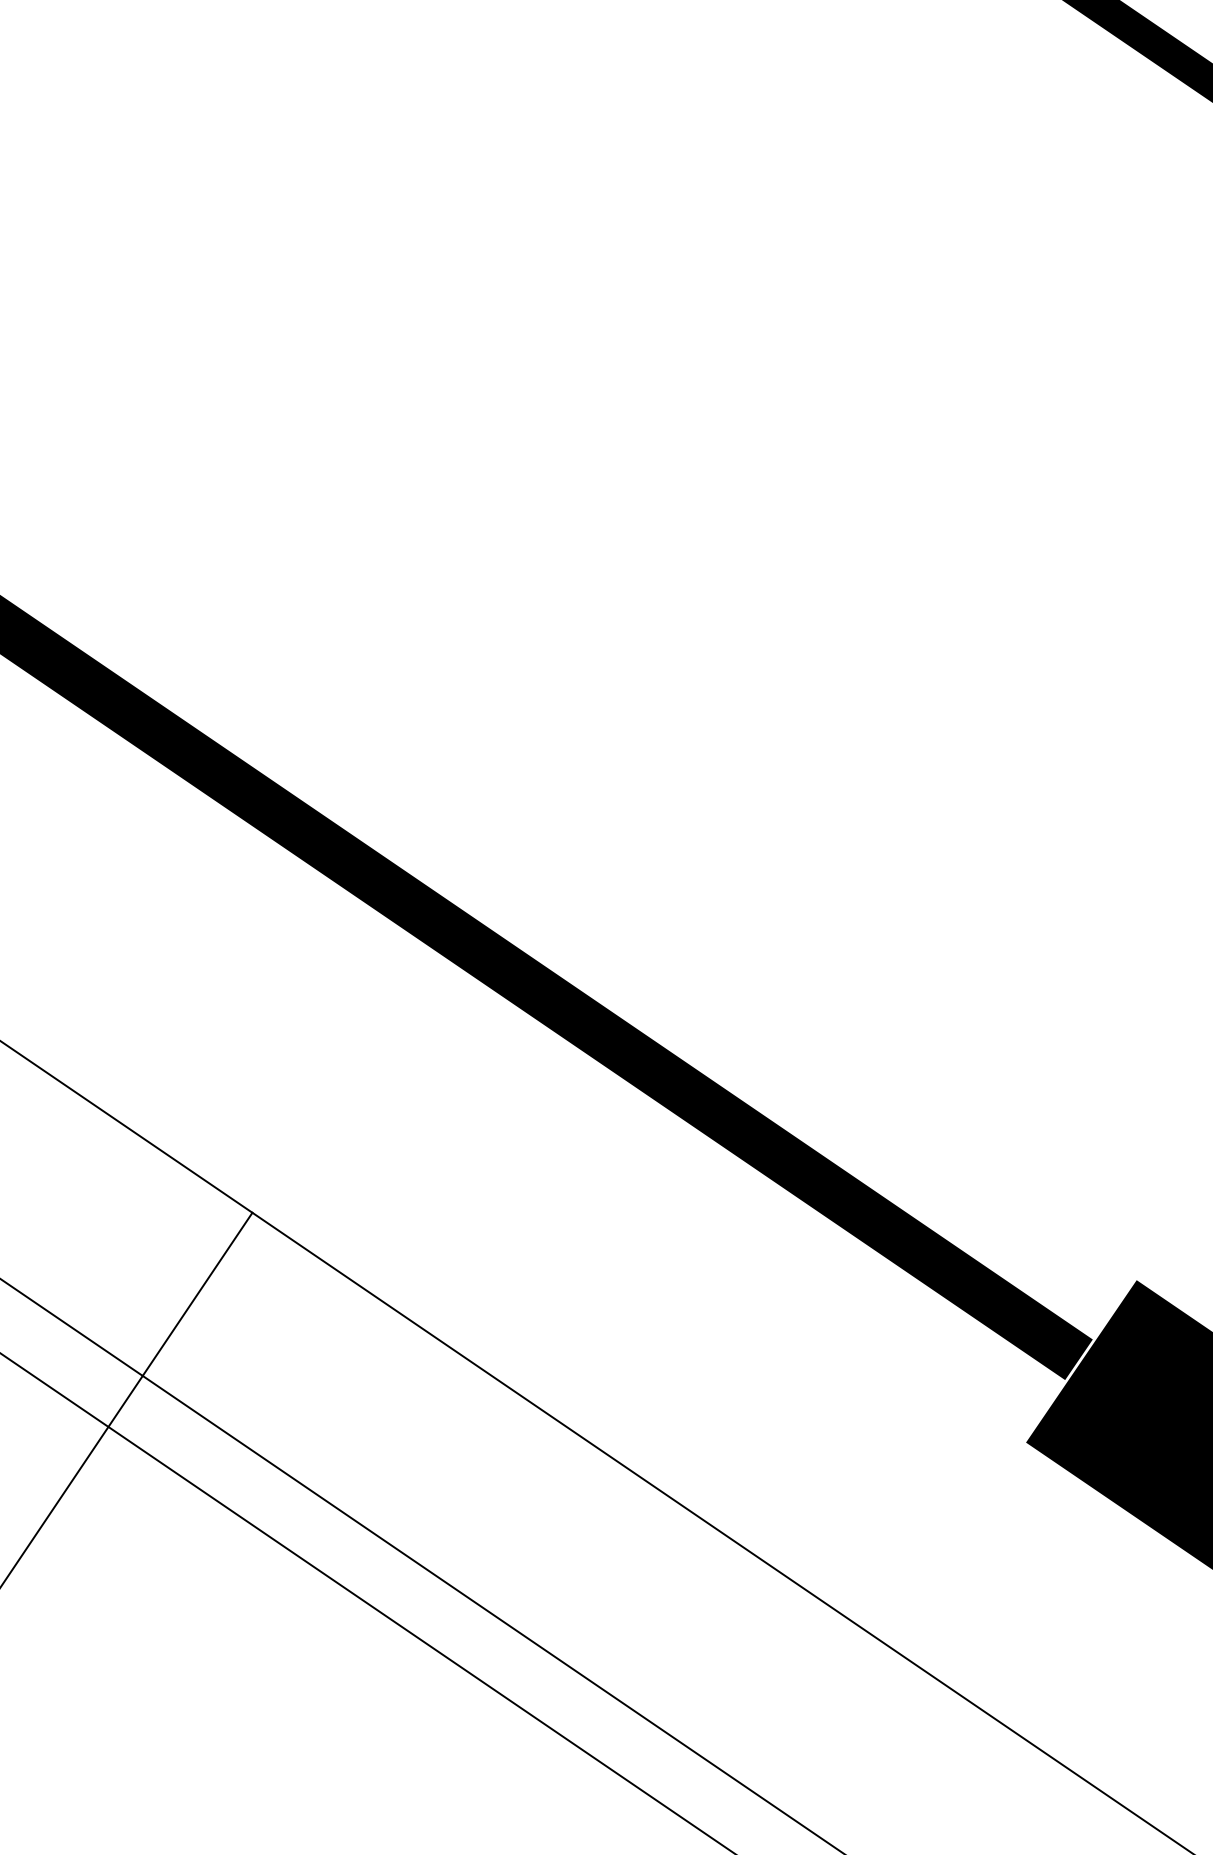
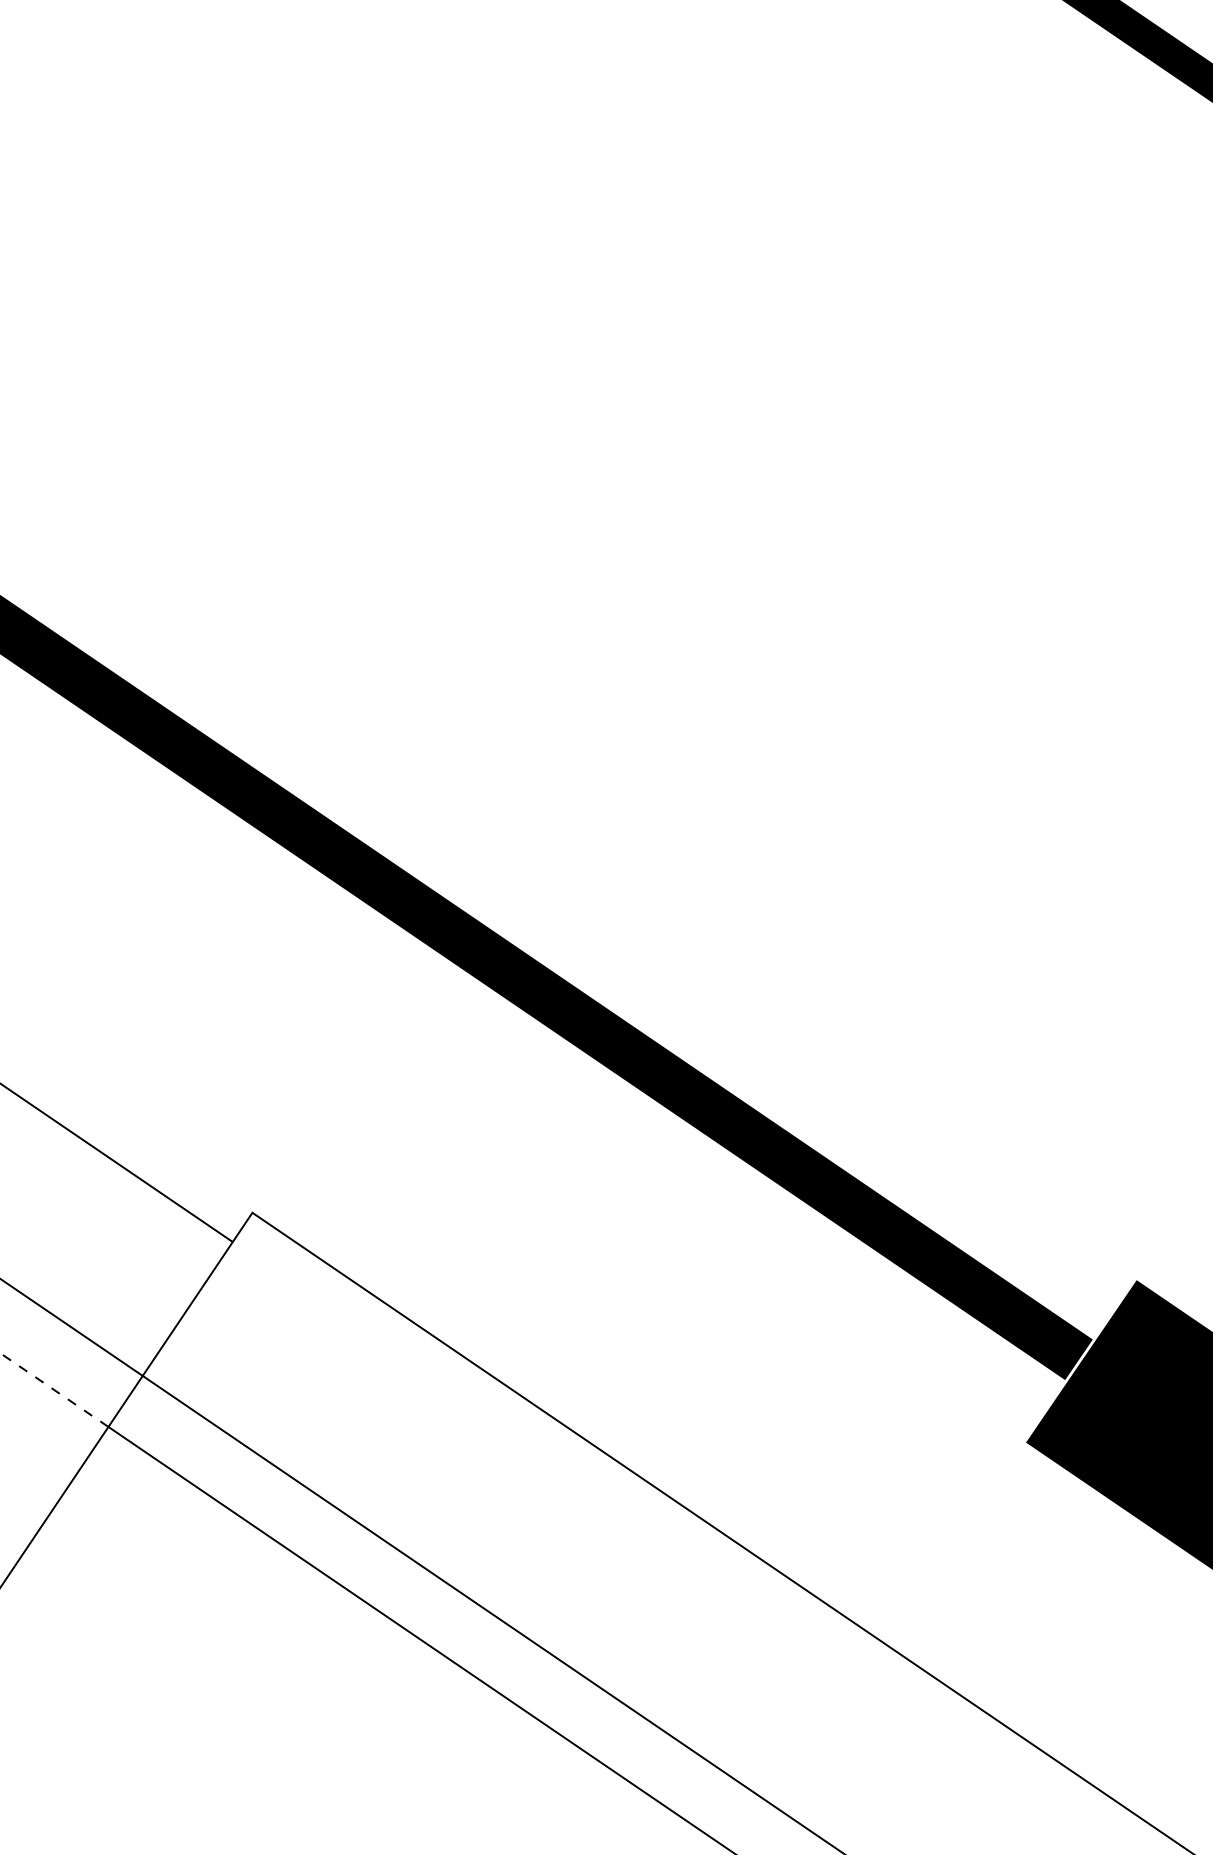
line at (127, 1127) position: (127, 1127) -> (117, 1163)
line at (53, 1389): solid -> dashed
